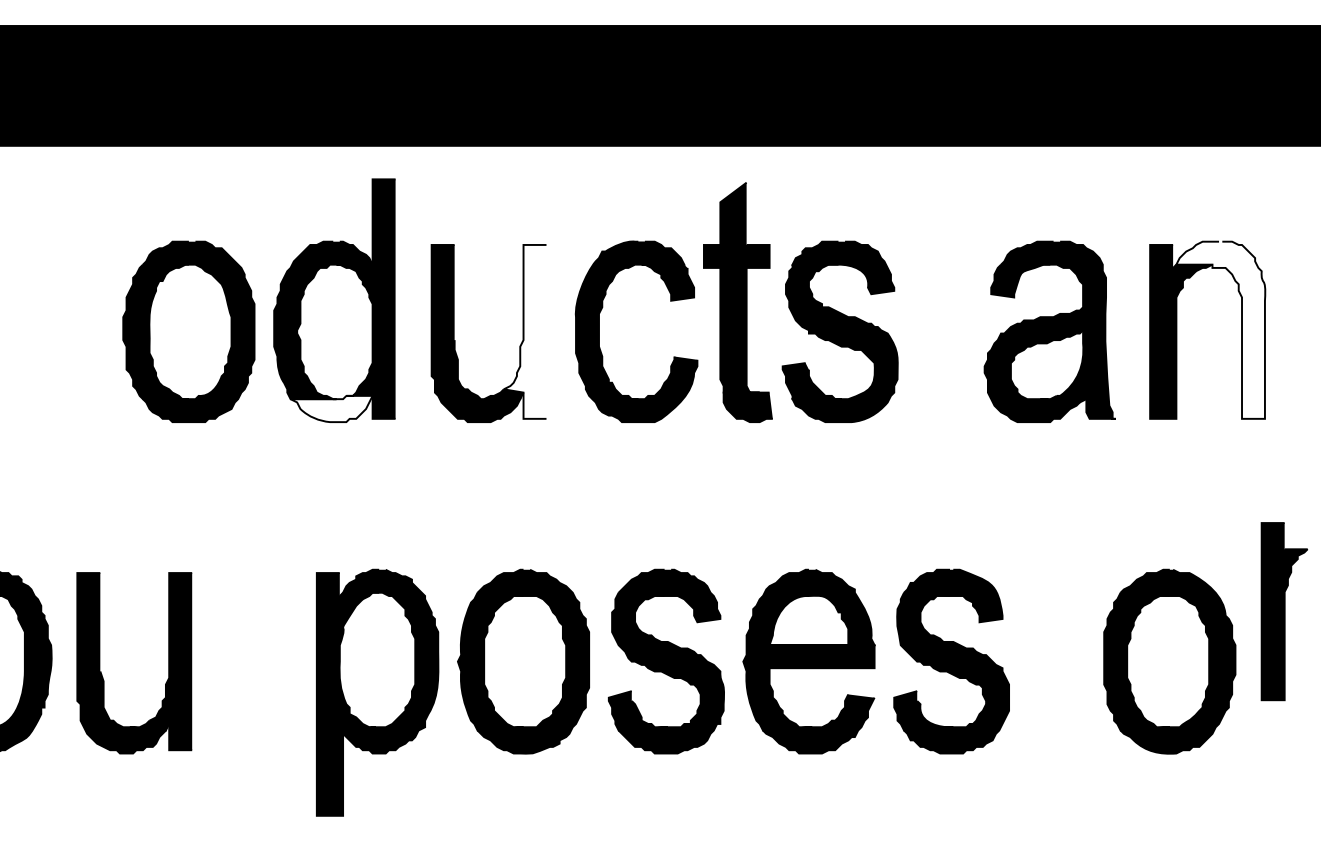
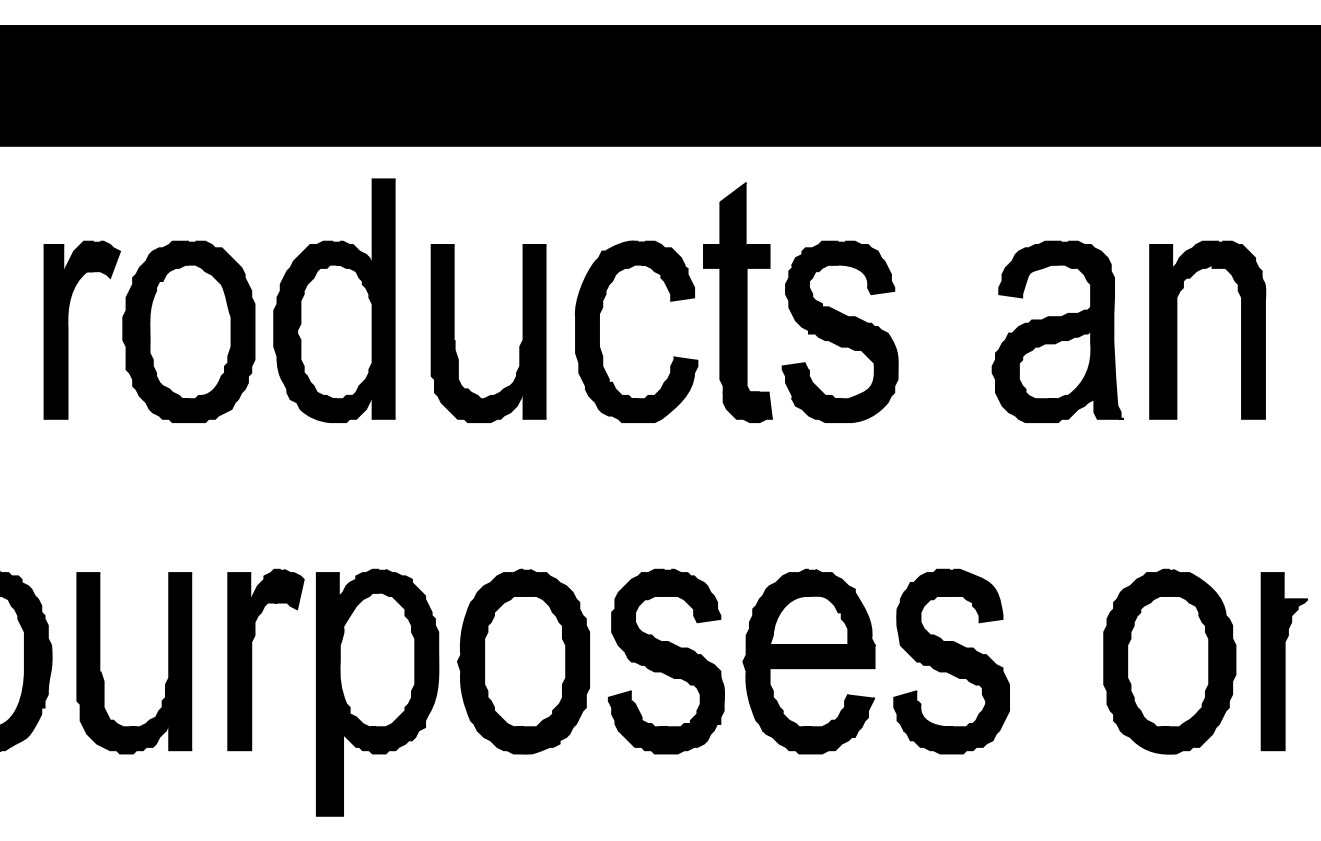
part at (68, 329): none -> present
fill at (1220, 329): none -> present
fill at (524, 331): none -> present
part at (1049, 331) position: (1049, 331) -> (1057, 331)
fill at (331, 408): none -> present
part at (1284, 611) position: (1284, 611) -> (1284, 661)
part at (252, 659): none -> present
